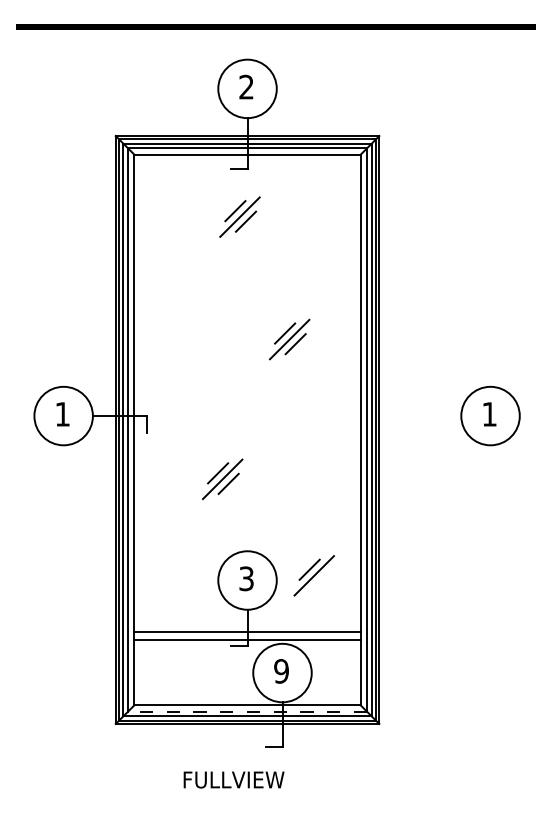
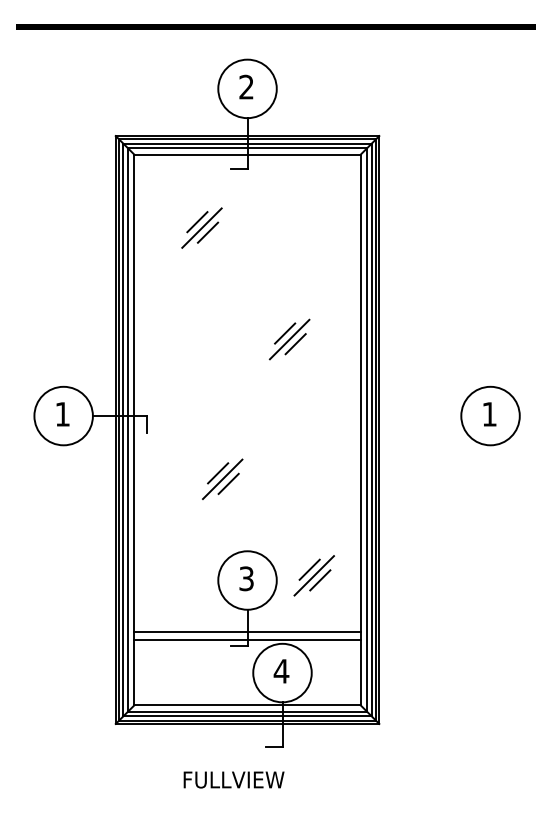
part at (239, 216) position: (239, 216) -> (201, 227)
line at (320, 580): none -> present
text at (281, 671): 9 -> 4
line at (247, 711): dashed -> solid
